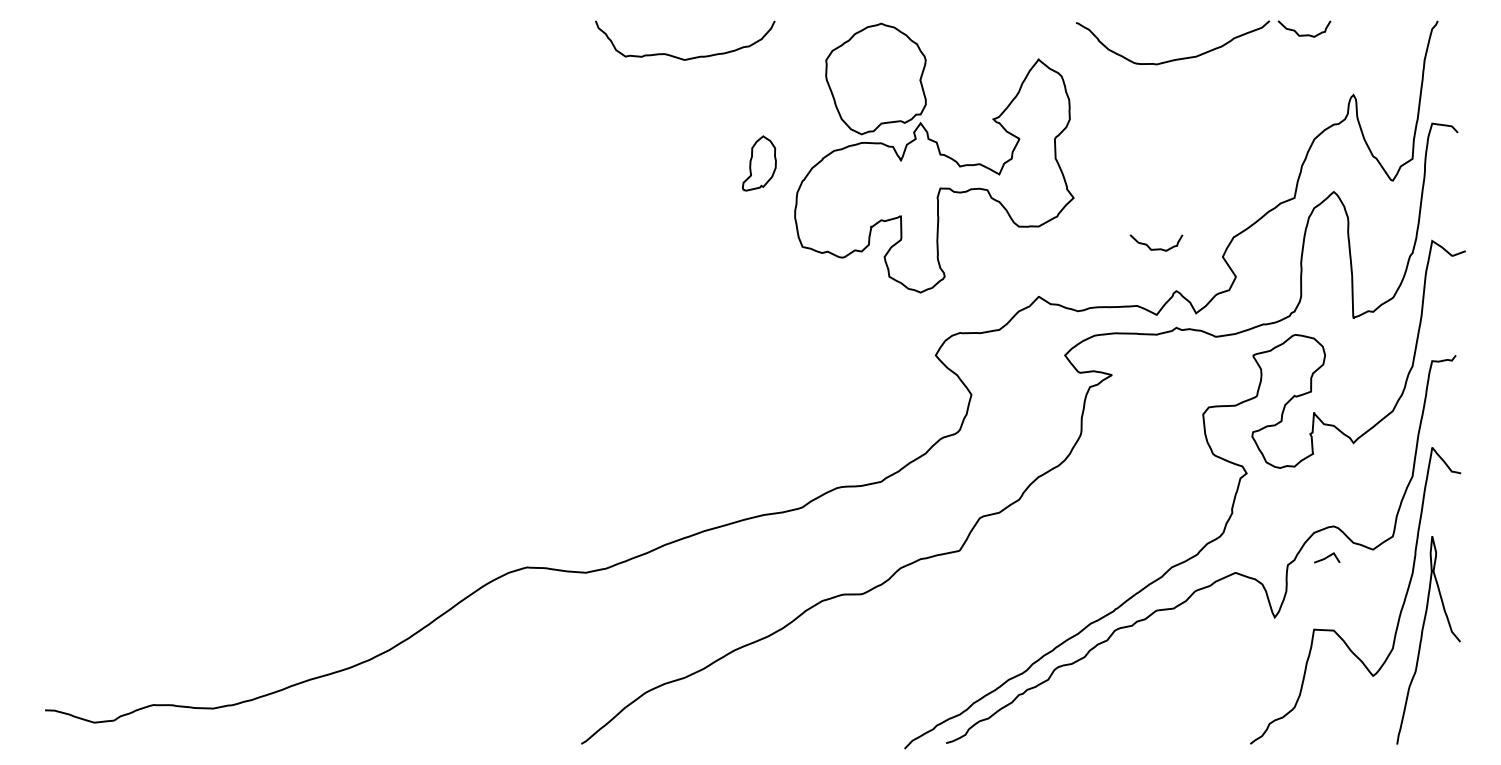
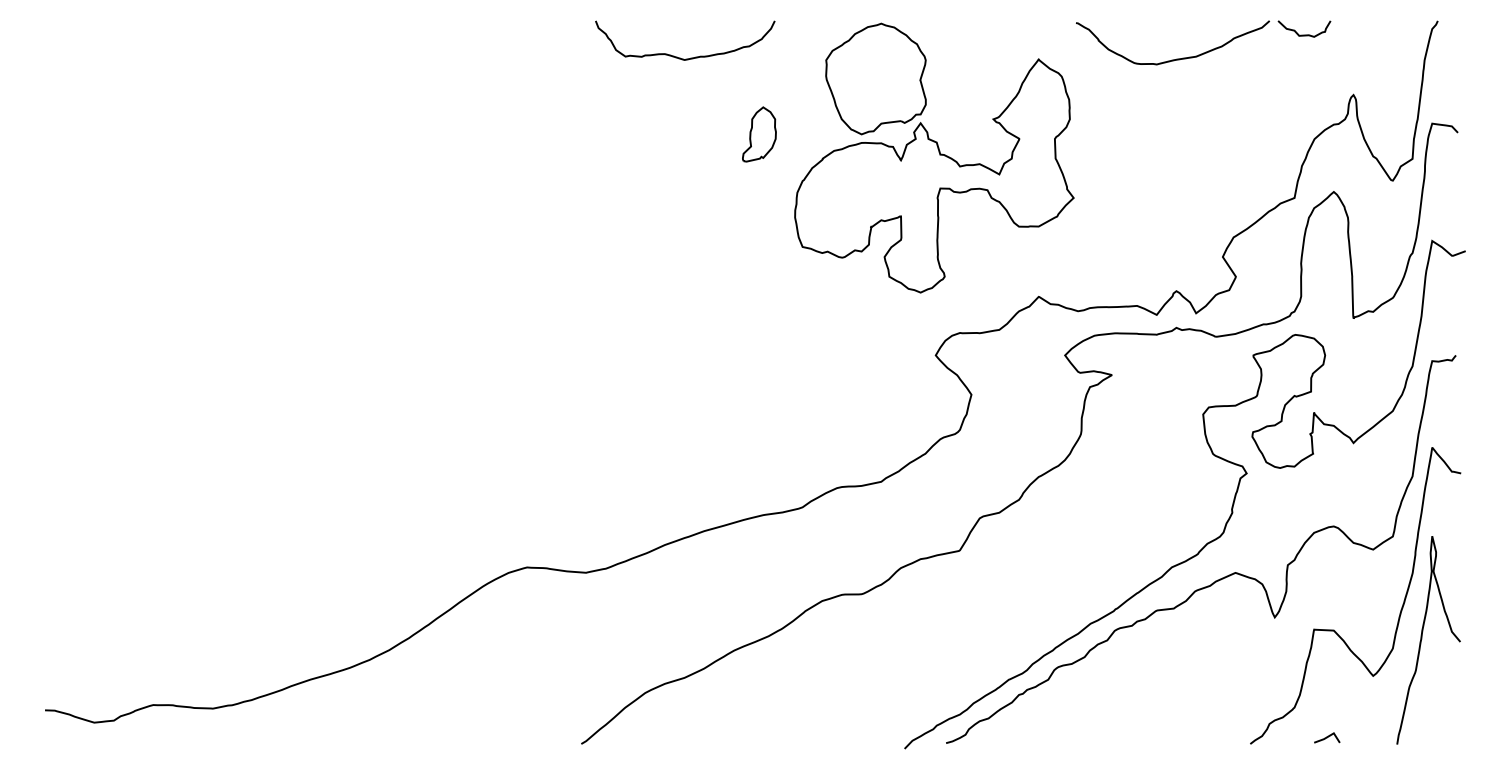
part at (759, 163) position: (759, 163) -> (759, 134)
curve at (1156, 248): present -> none
line at (1327, 557) position: (1327, 557) -> (1327, 737)
